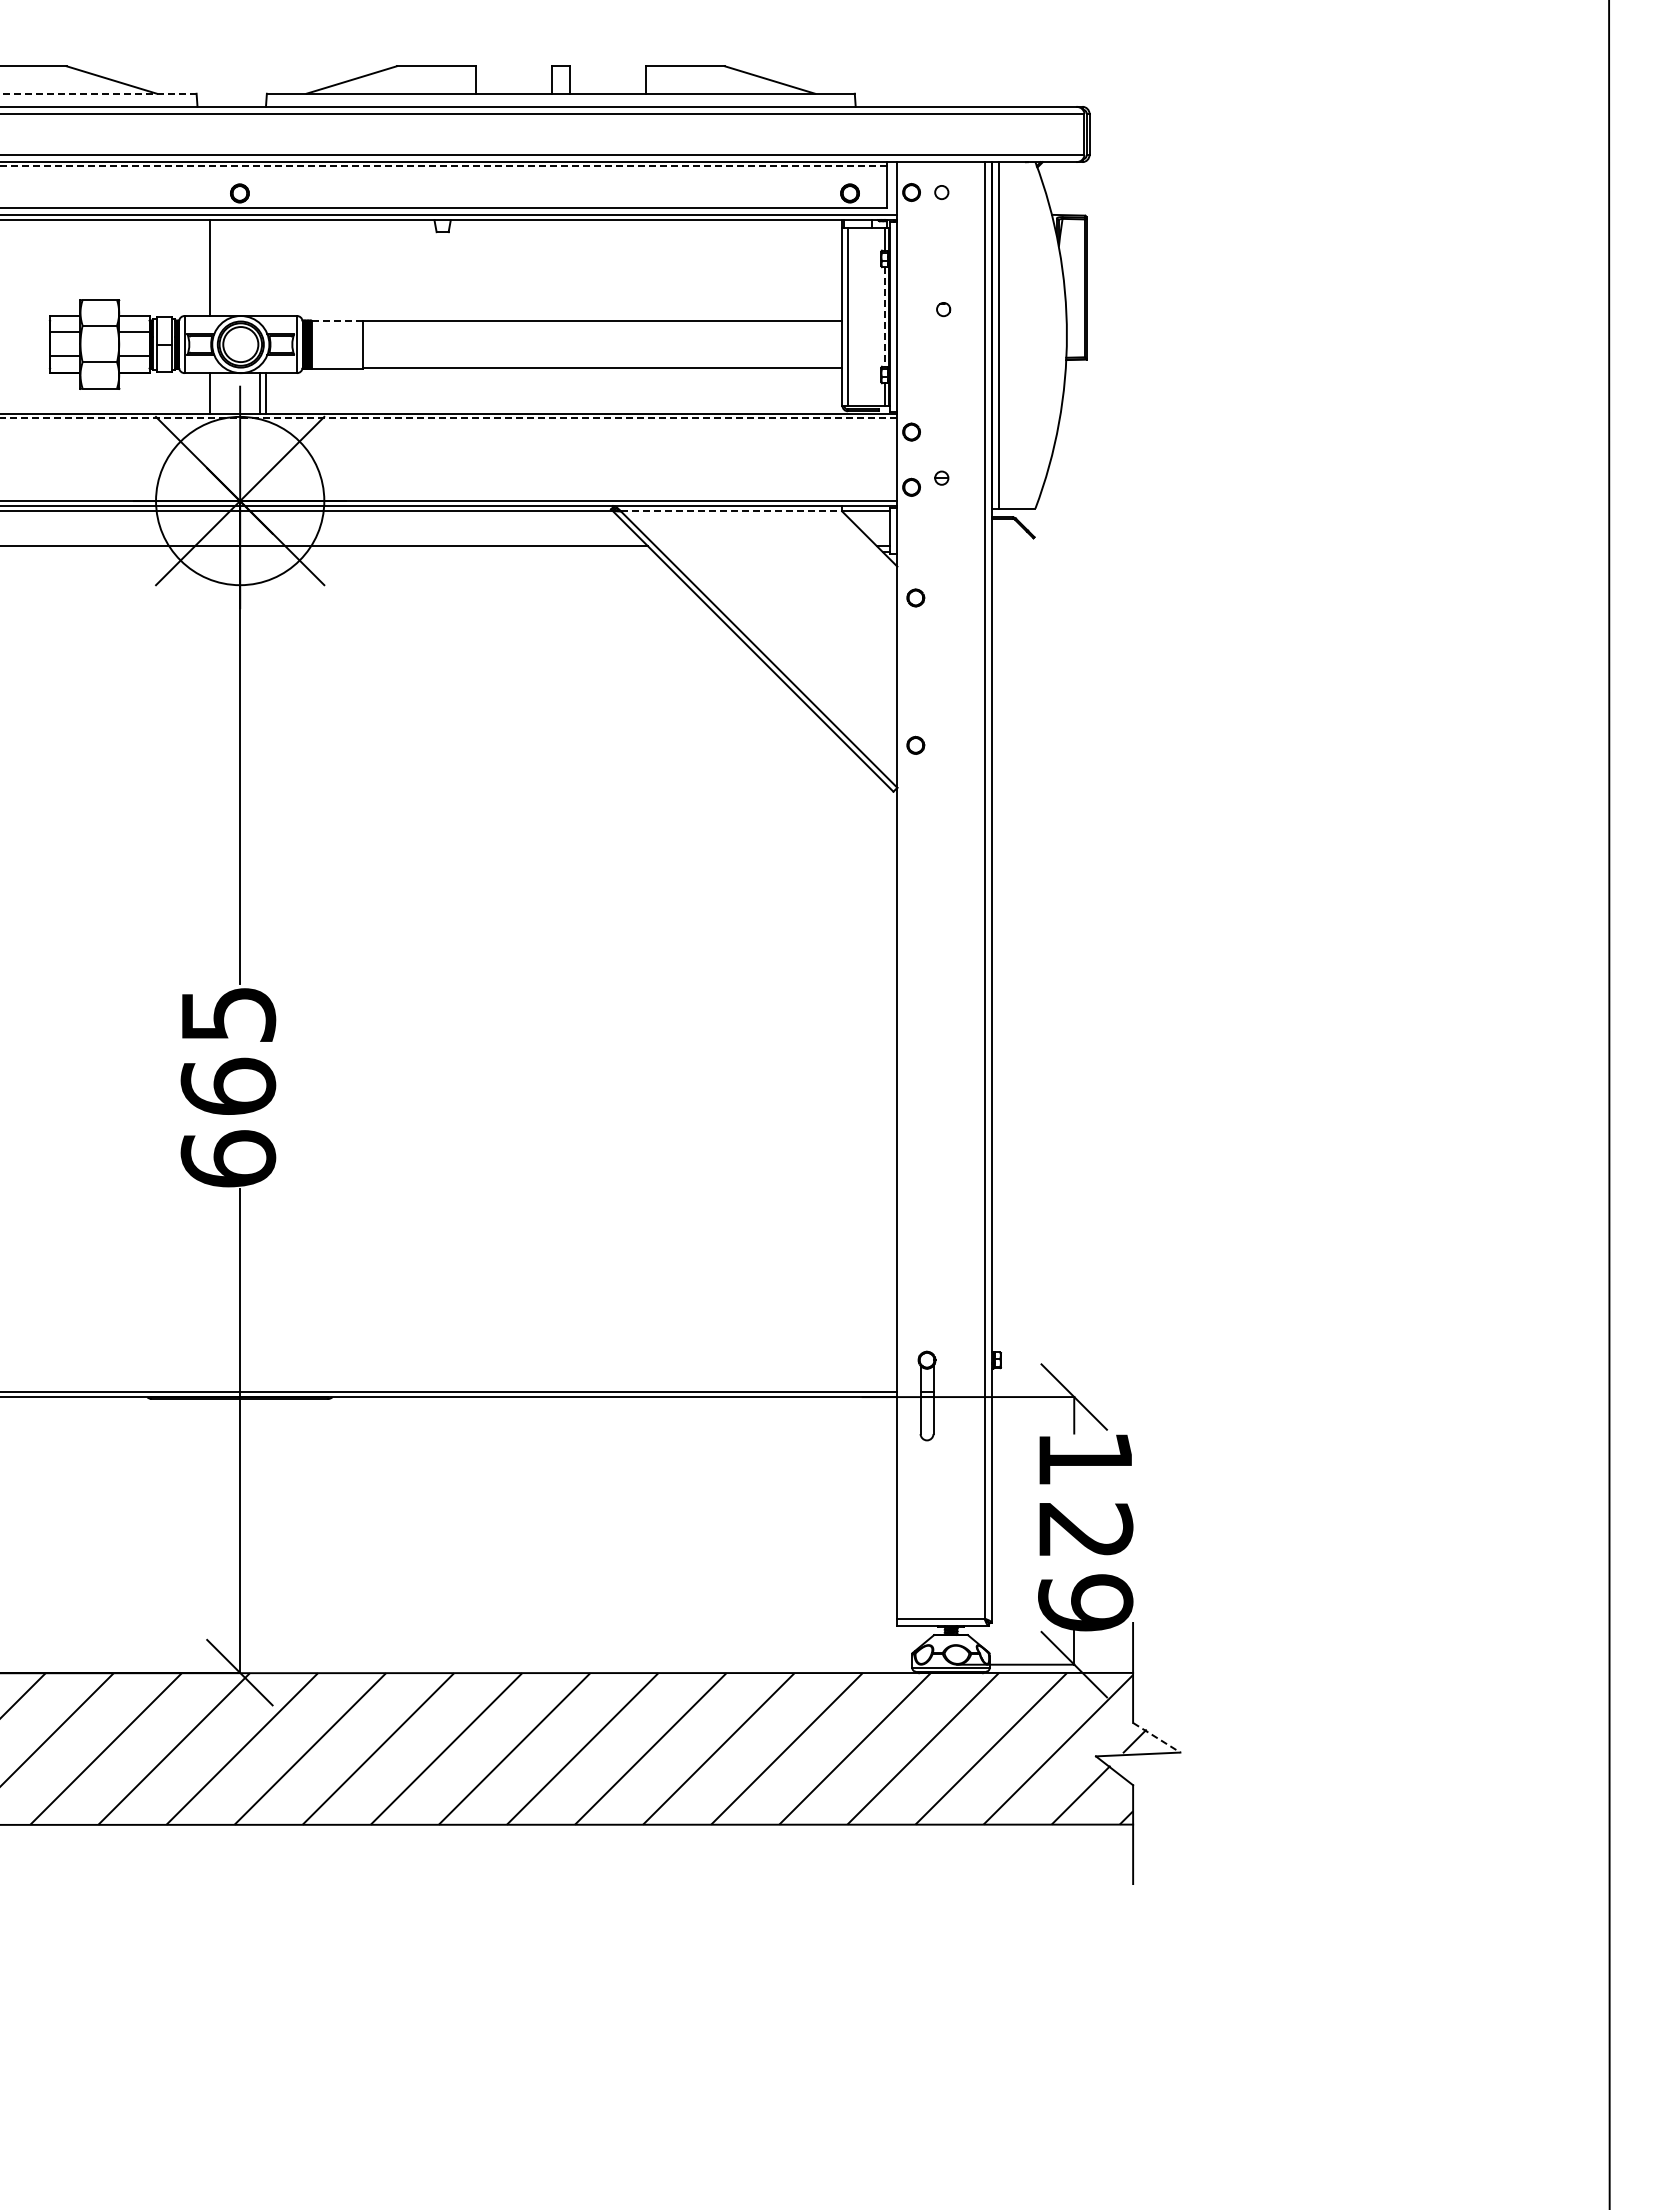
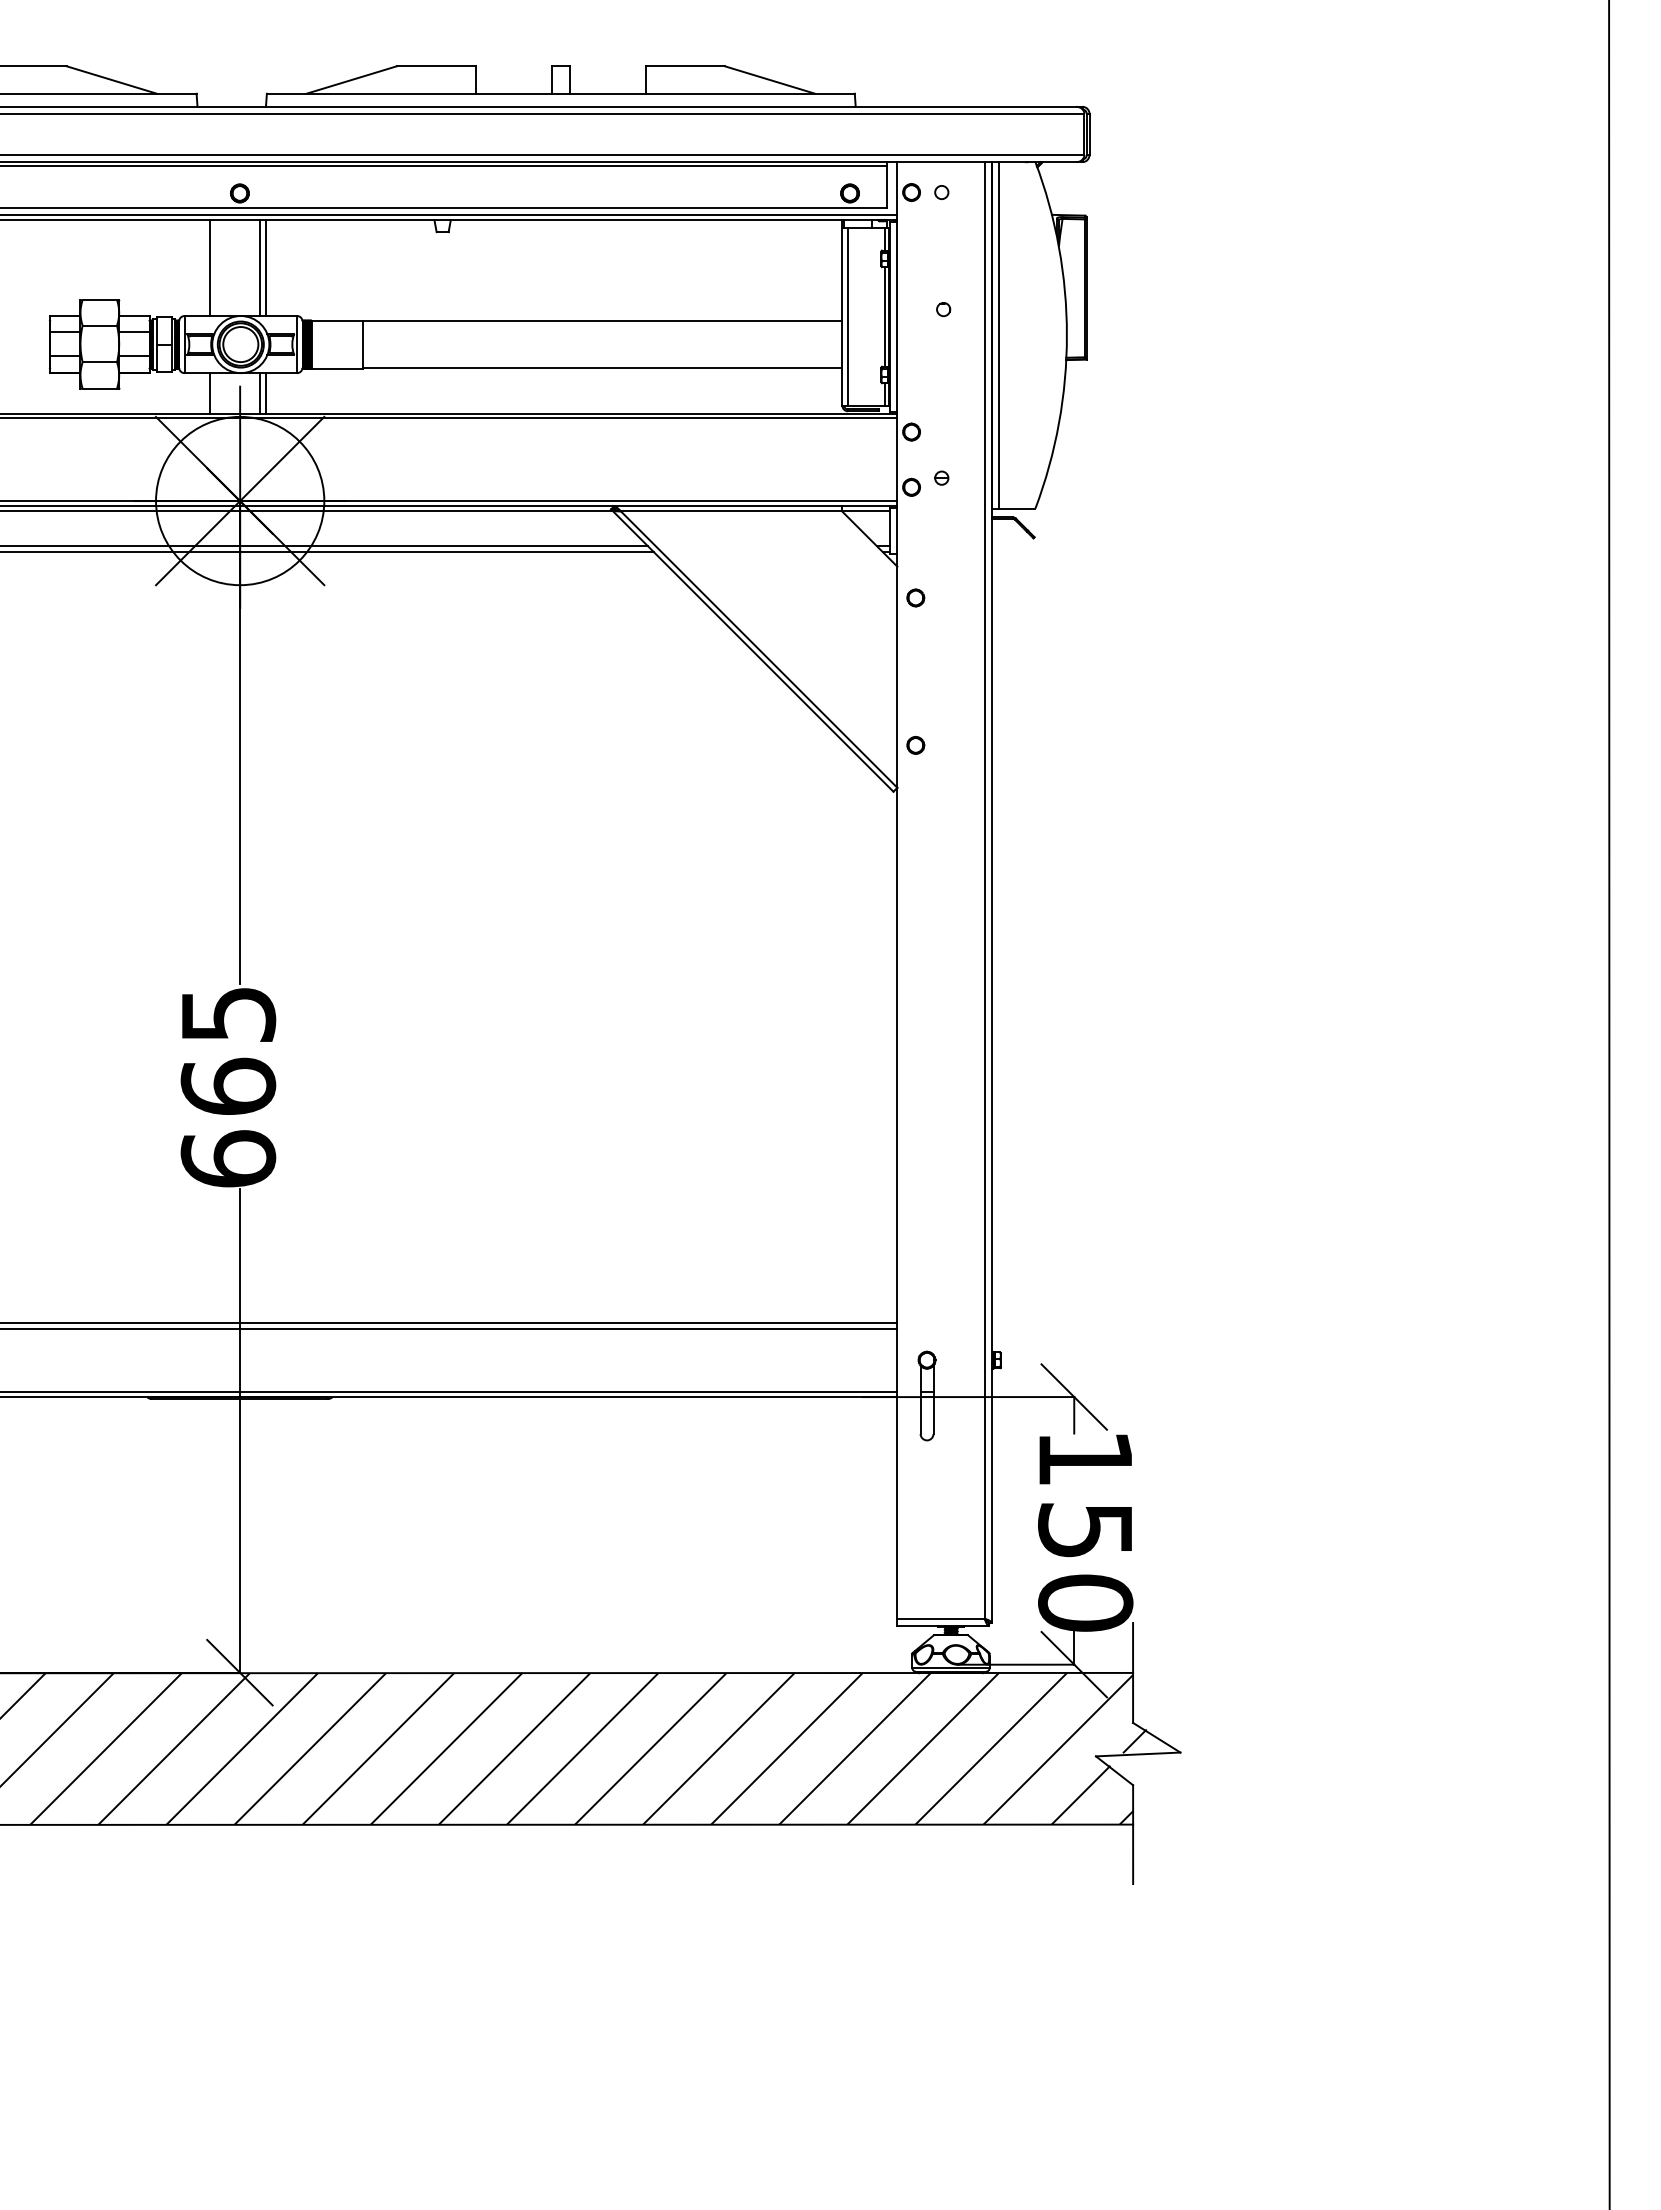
line at (98, 93): dashed -> solid
line at (443, 166): dashed -> solid
line at (259, 268): none -> present
line at (265, 268): none -> present
line at (884, 316): dashed -> solid
line at (337, 320): dashed -> solid
line at (448, 418): dashed -> solid
line at (731, 511): dashed -> solid
line at (327, 551): none -> present
line at (449, 1323): none -> present
line at (449, 1328): none -> present
text at (1085, 1567): 129 -> 150
line at (1156, 1737): dashed -> solid
